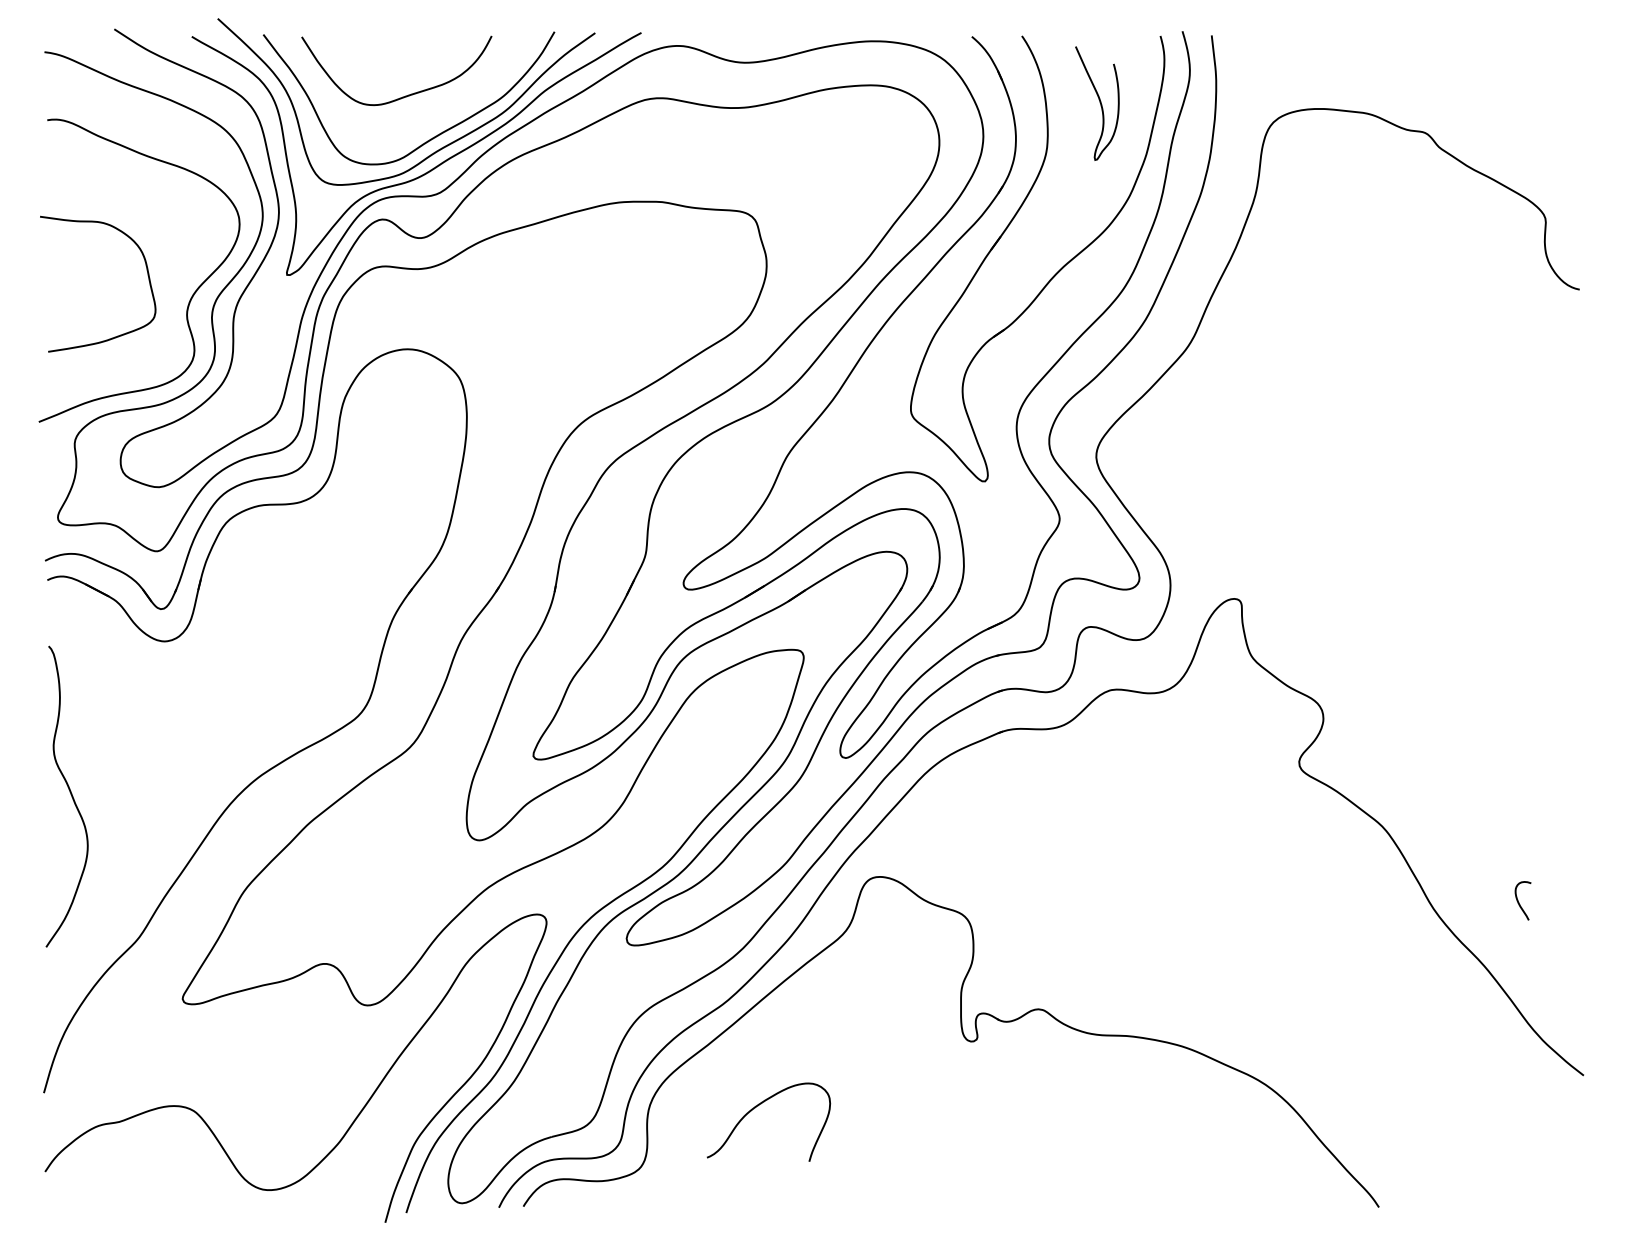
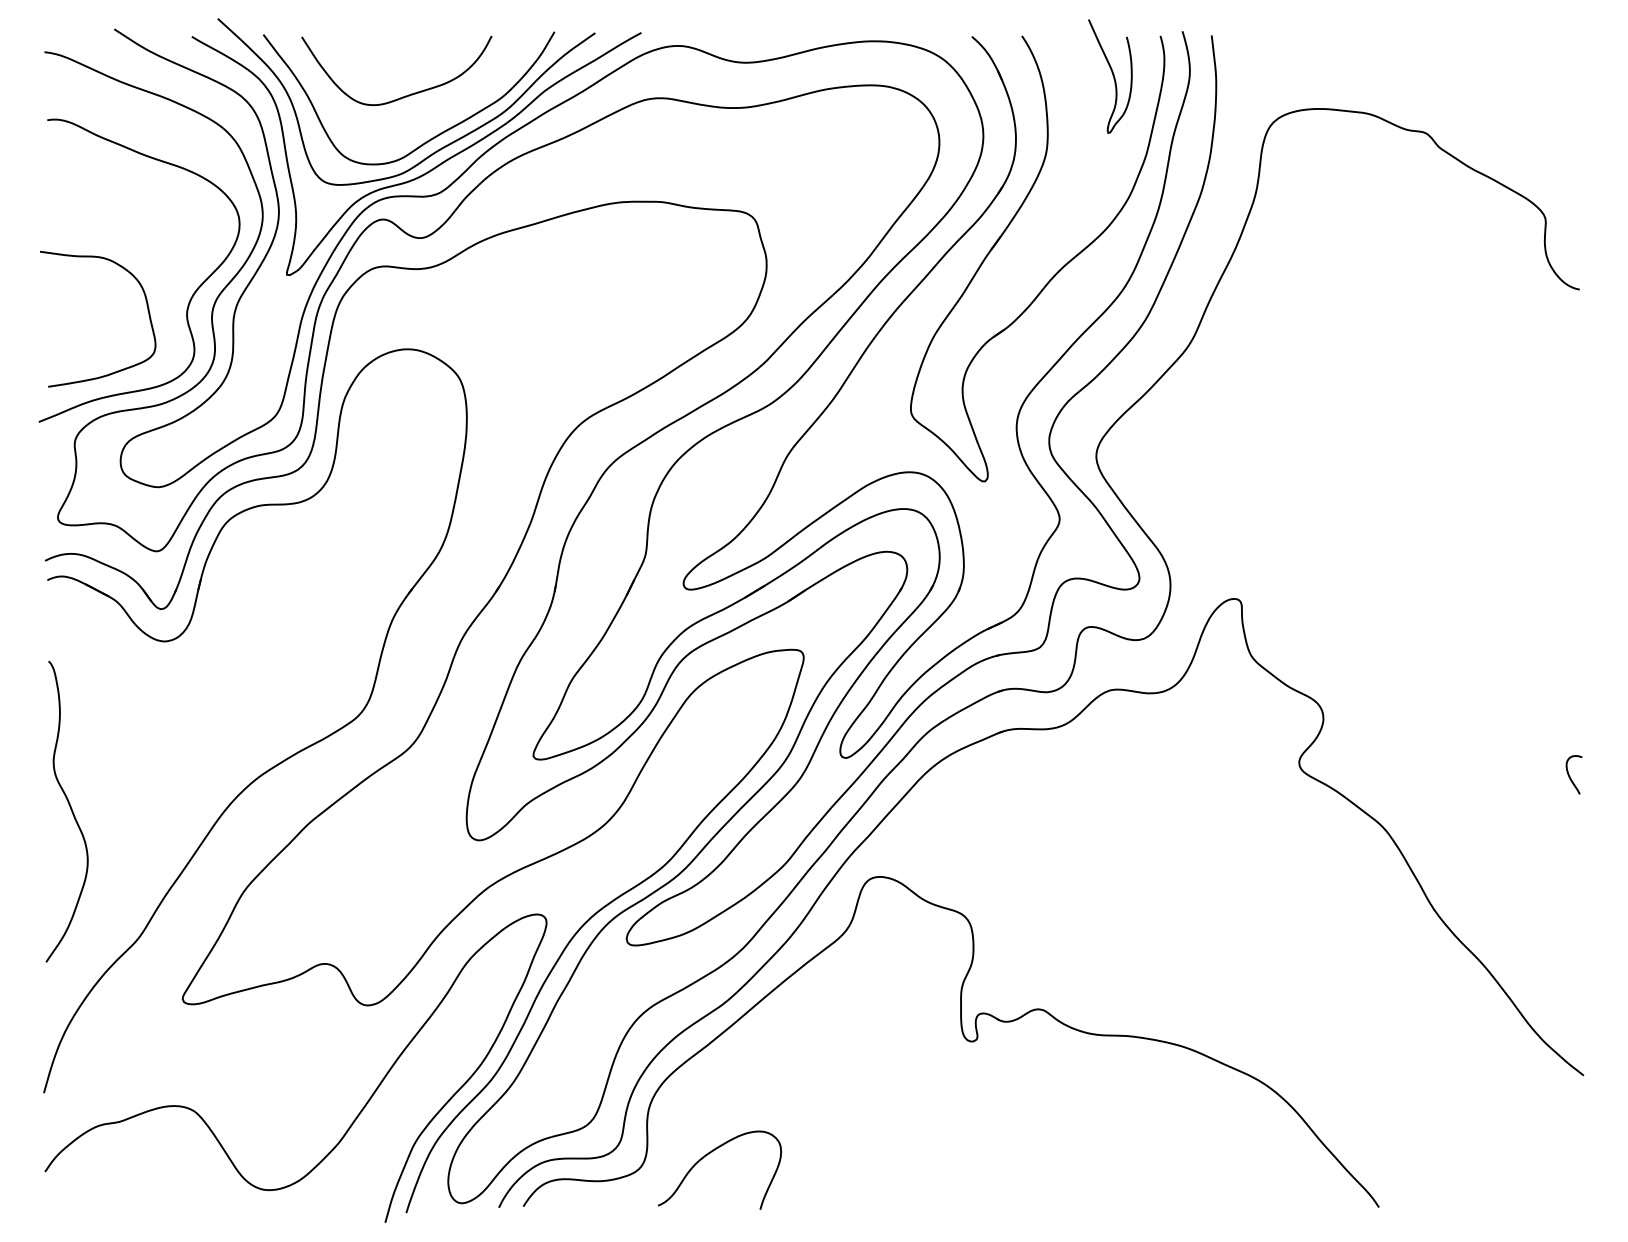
curve at (1099, 102) position: (1099, 102) -> (1112, 75)
curve at (147, 275) position: (147, 275) -> (147, 310)
curve at (70, 794) position: (70, 794) -> (70, 809)
curve at (1519, 902) position: (1519, 902) -> (1570, 776)
curve at (758, 1106) position: (758, 1106) -> (709, 1154)
